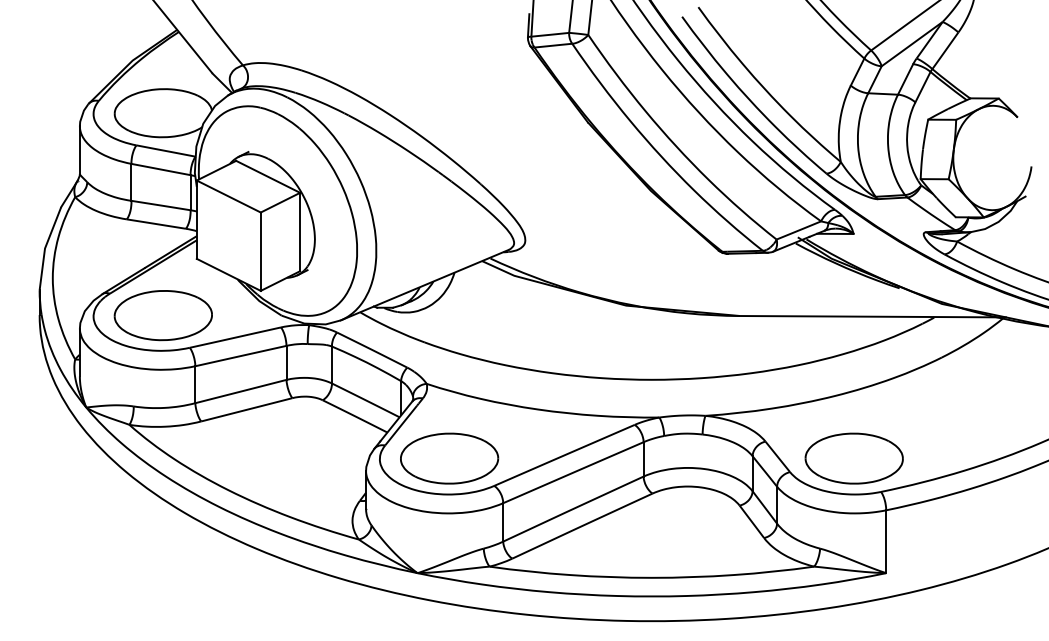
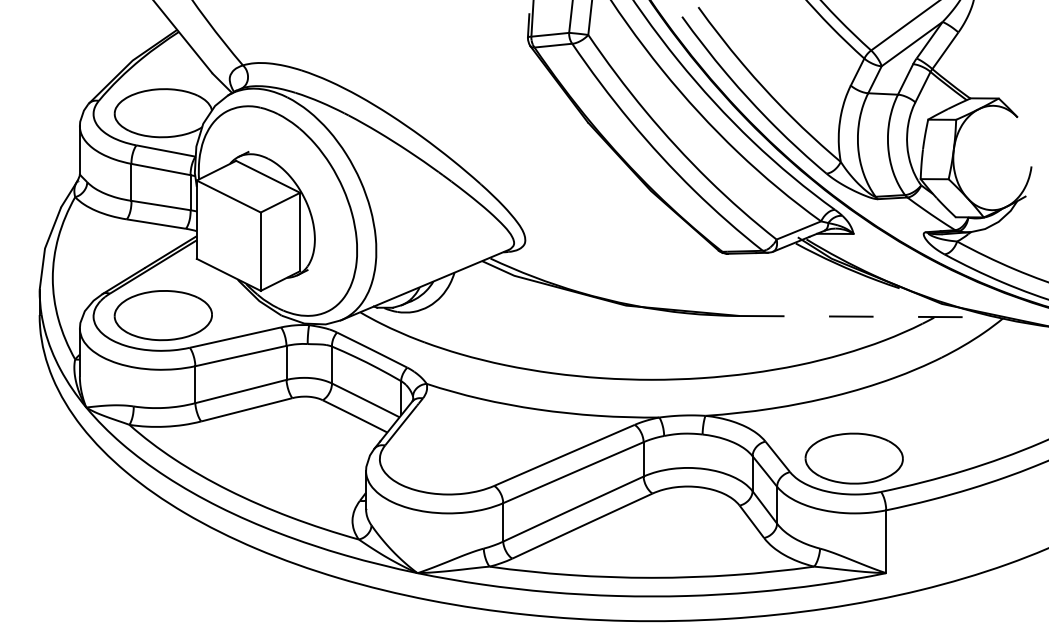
line at (873, 316): solid -> dashed
part at (449, 458): present -> none
